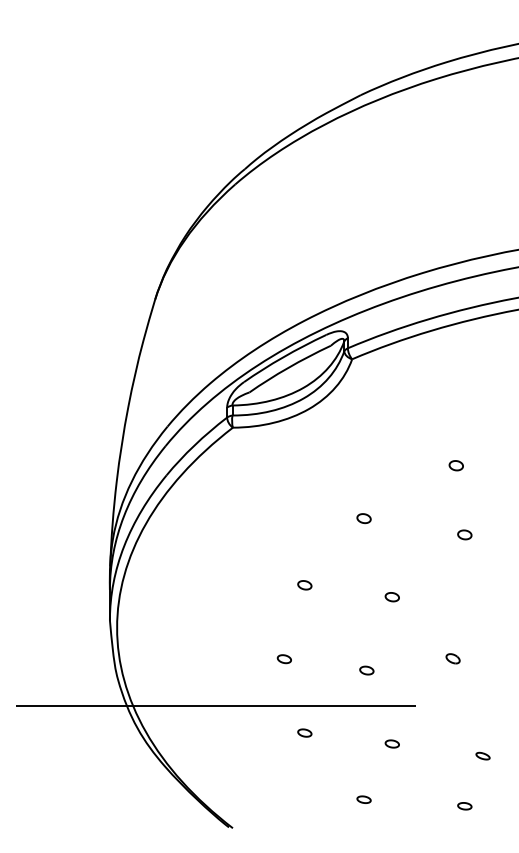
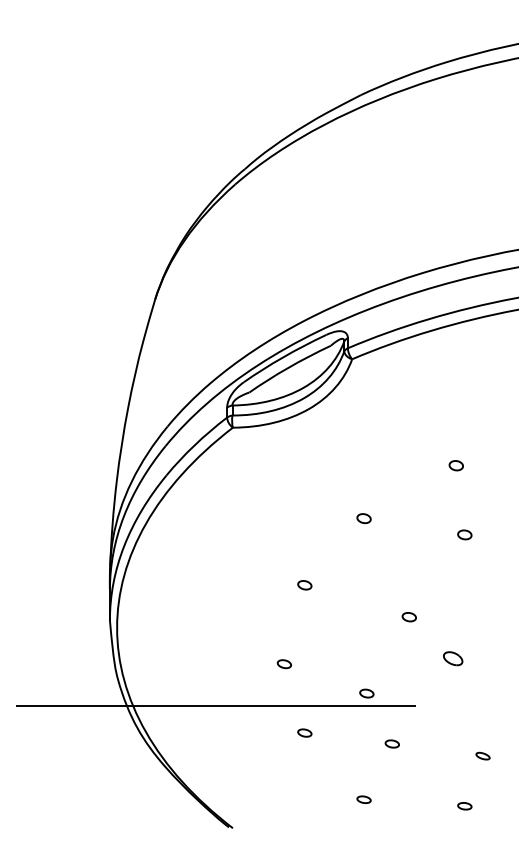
part at (391, 597) position: (391, 597) -> (408, 617)
part at (452, 658) size: 16x12 px -> 21x16 px
part at (283, 659) position: (283, 659) -> (283, 664)
part at (366, 670) position: (366, 670) -> (366, 693)
